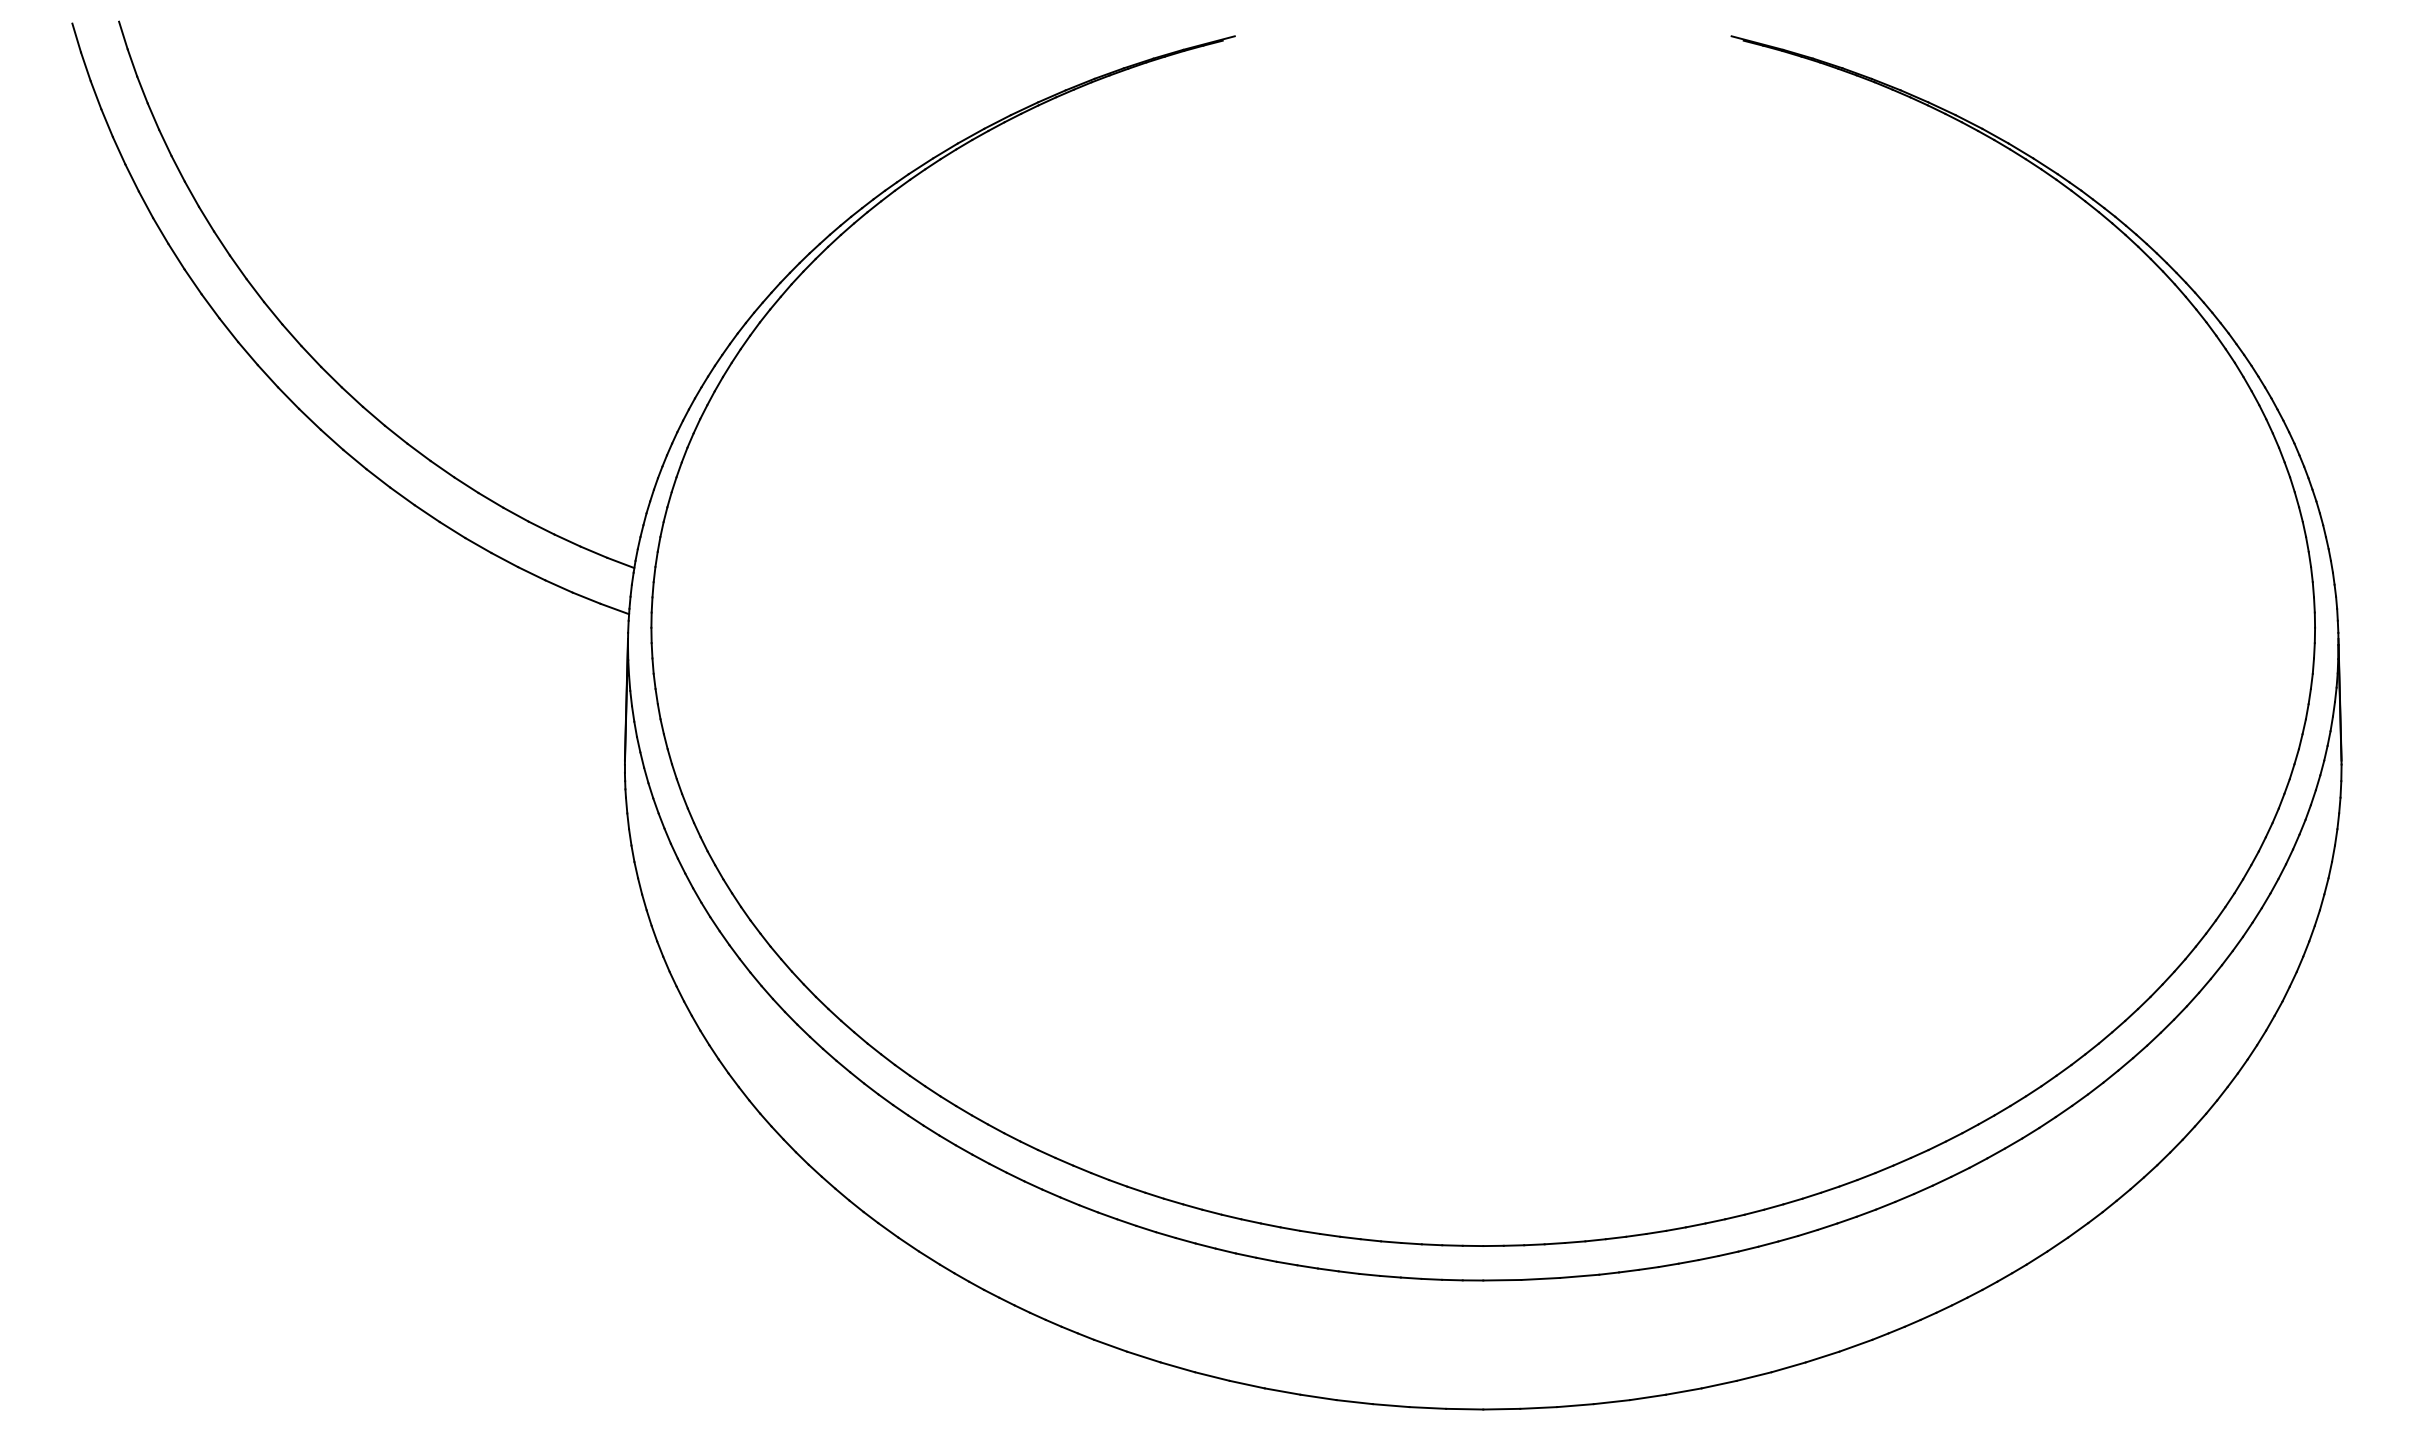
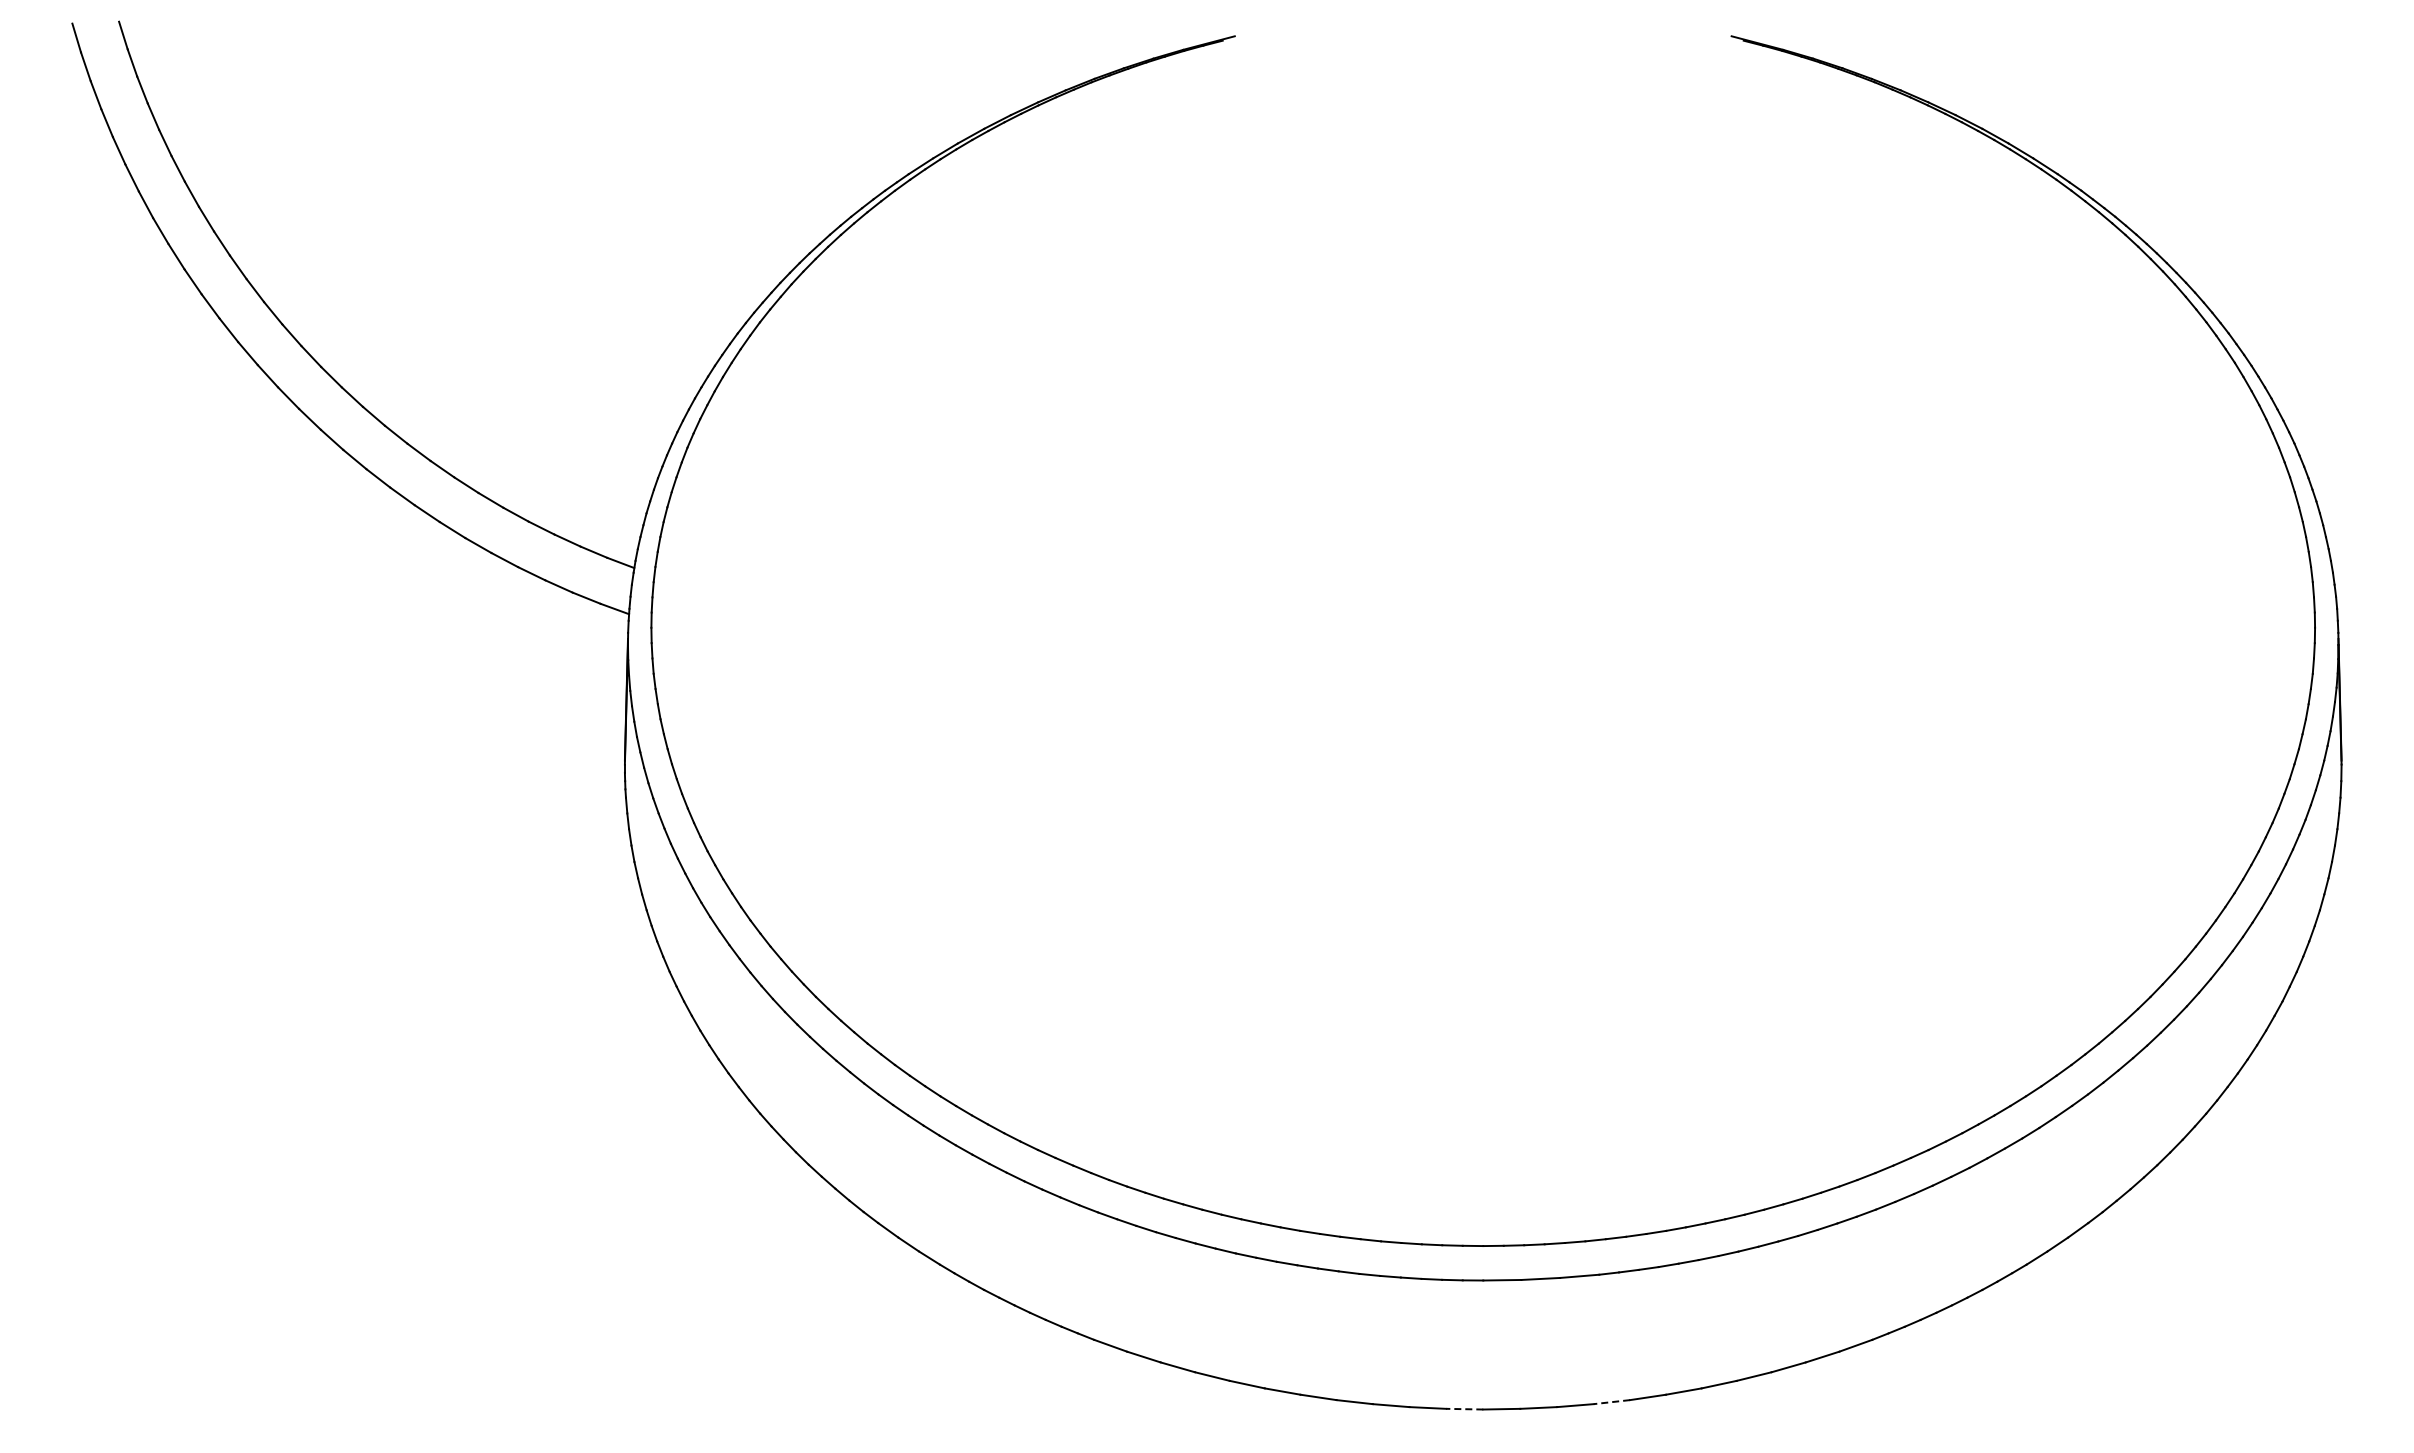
line at (1611, 1402): solid -> dashed
line at (1464, 1409): solid -> dashed
